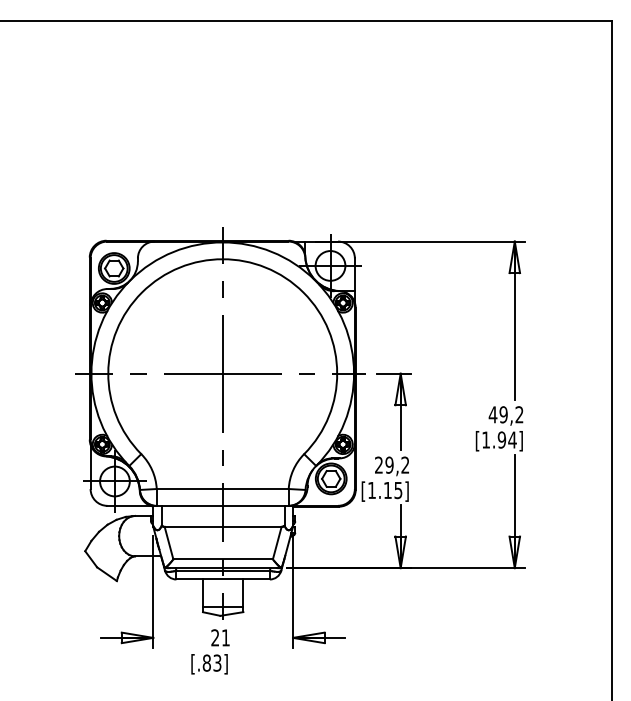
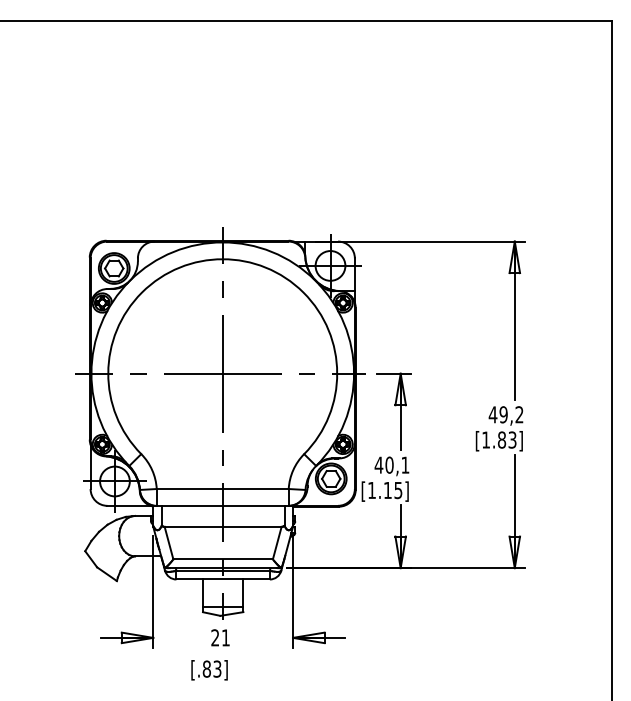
text at (506, 439): [1.94] -> [1.83]
text at (391, 464): 29,2 -> 40,1
text at (209, 664) position: (209, 664) -> (209, 670)
